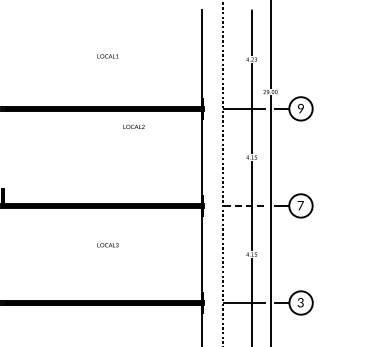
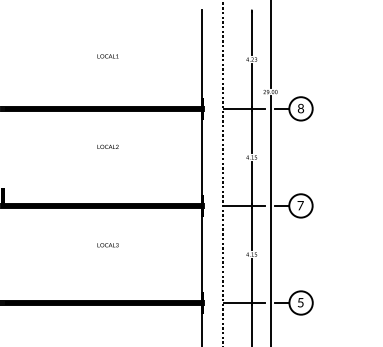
text at (300, 109): 9 -> 8
text at (133, 126) position: (133, 126) -> (107, 146)
line at (244, 206): dashed -> solid
text at (300, 302): 3 -> 5
